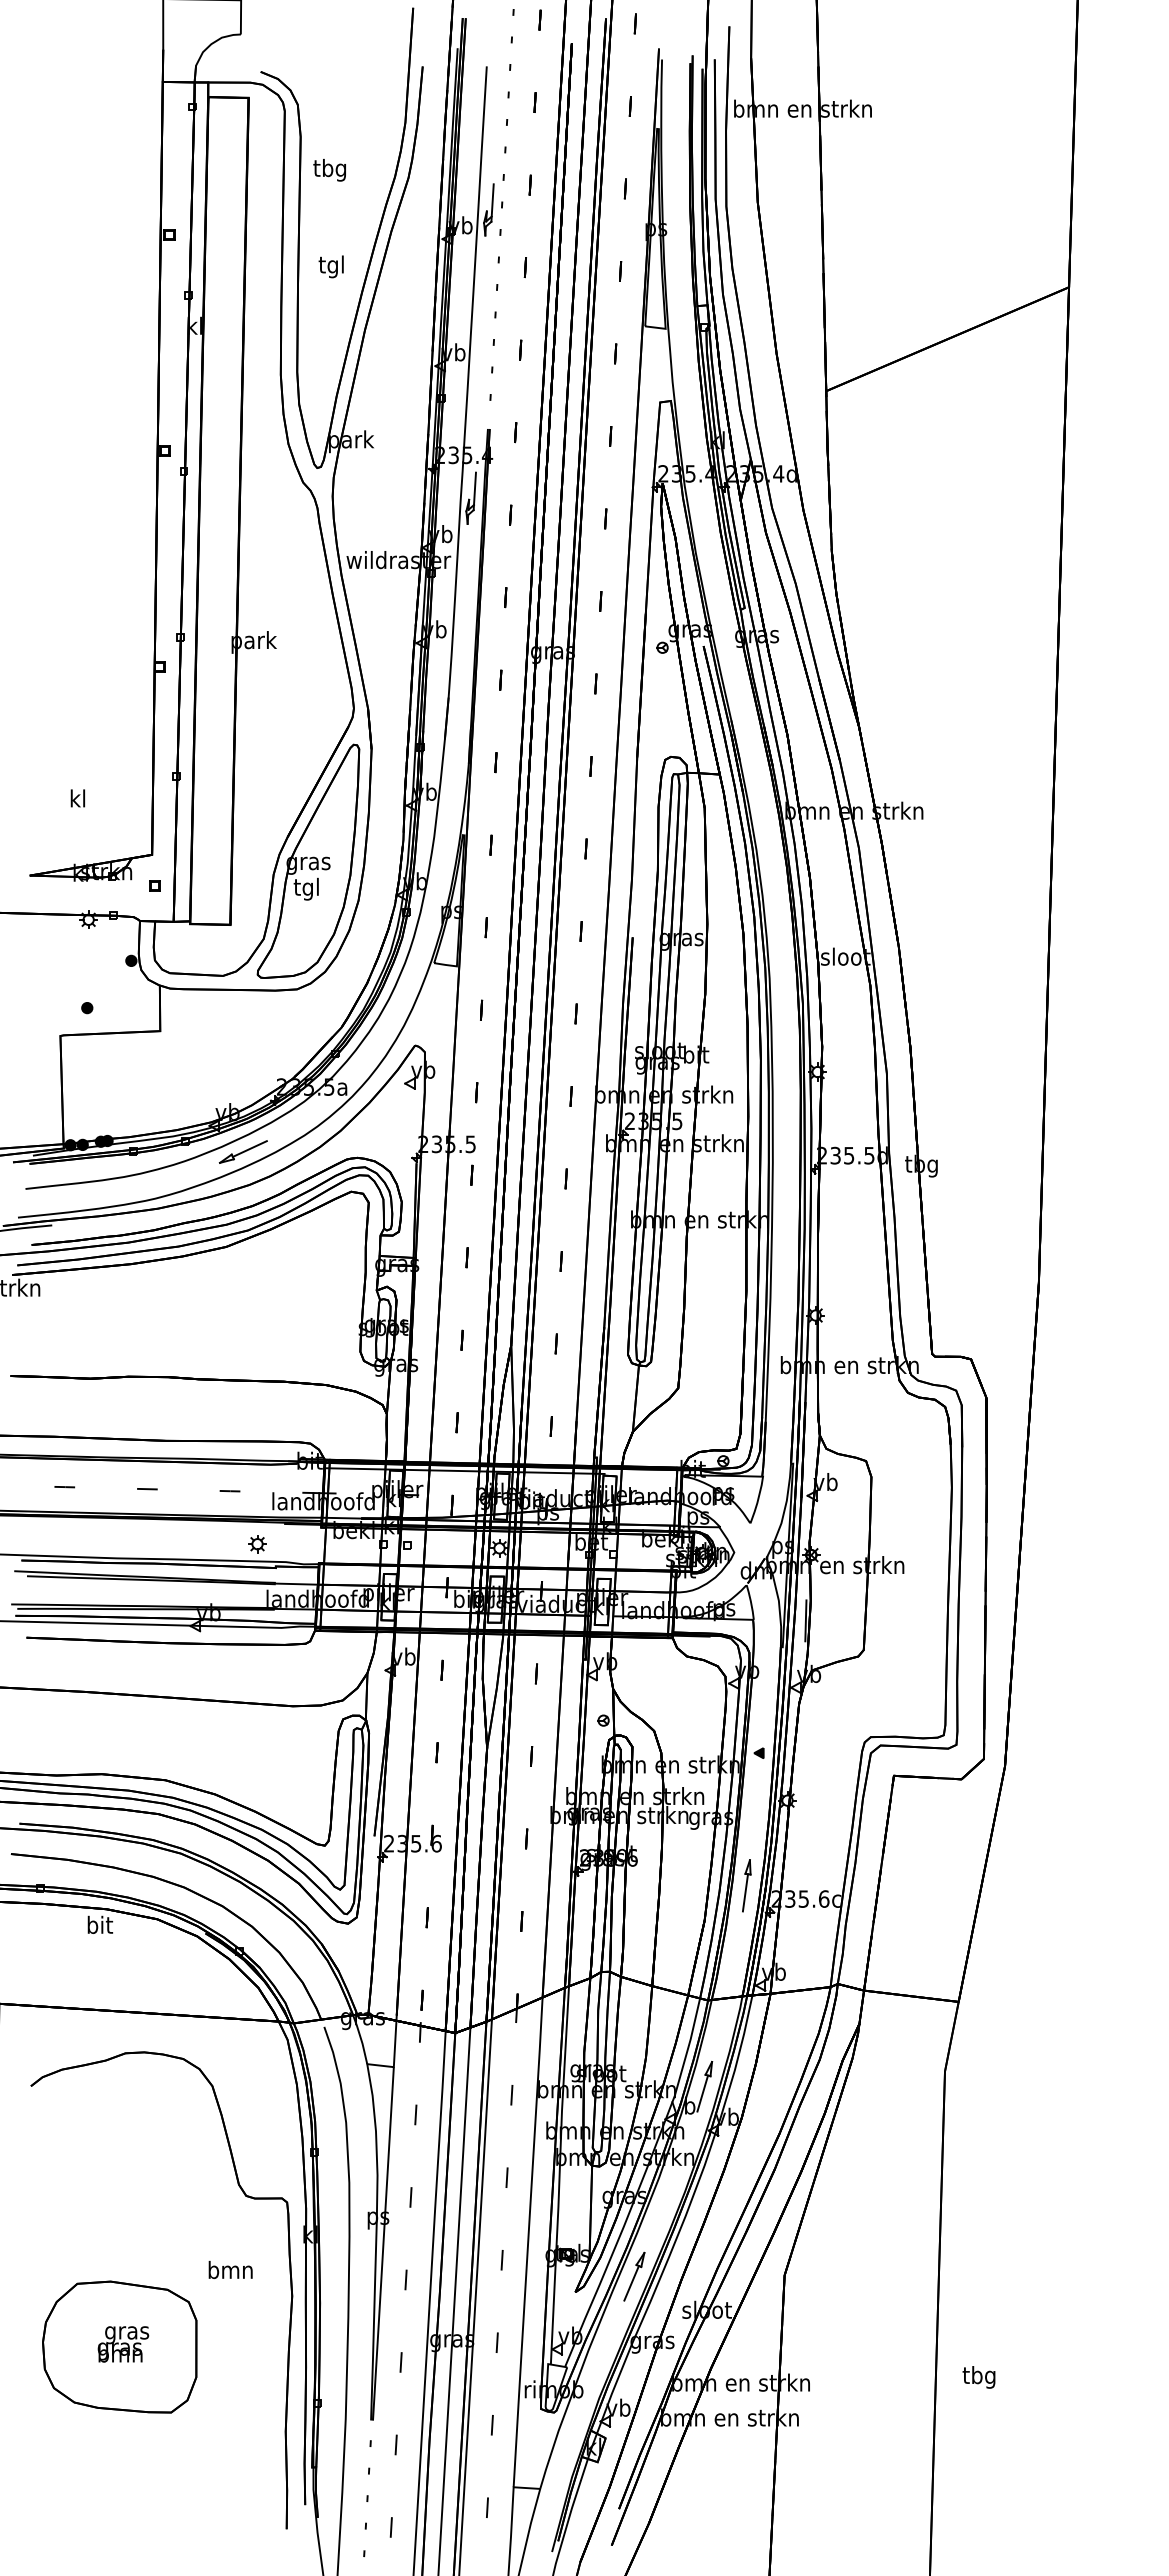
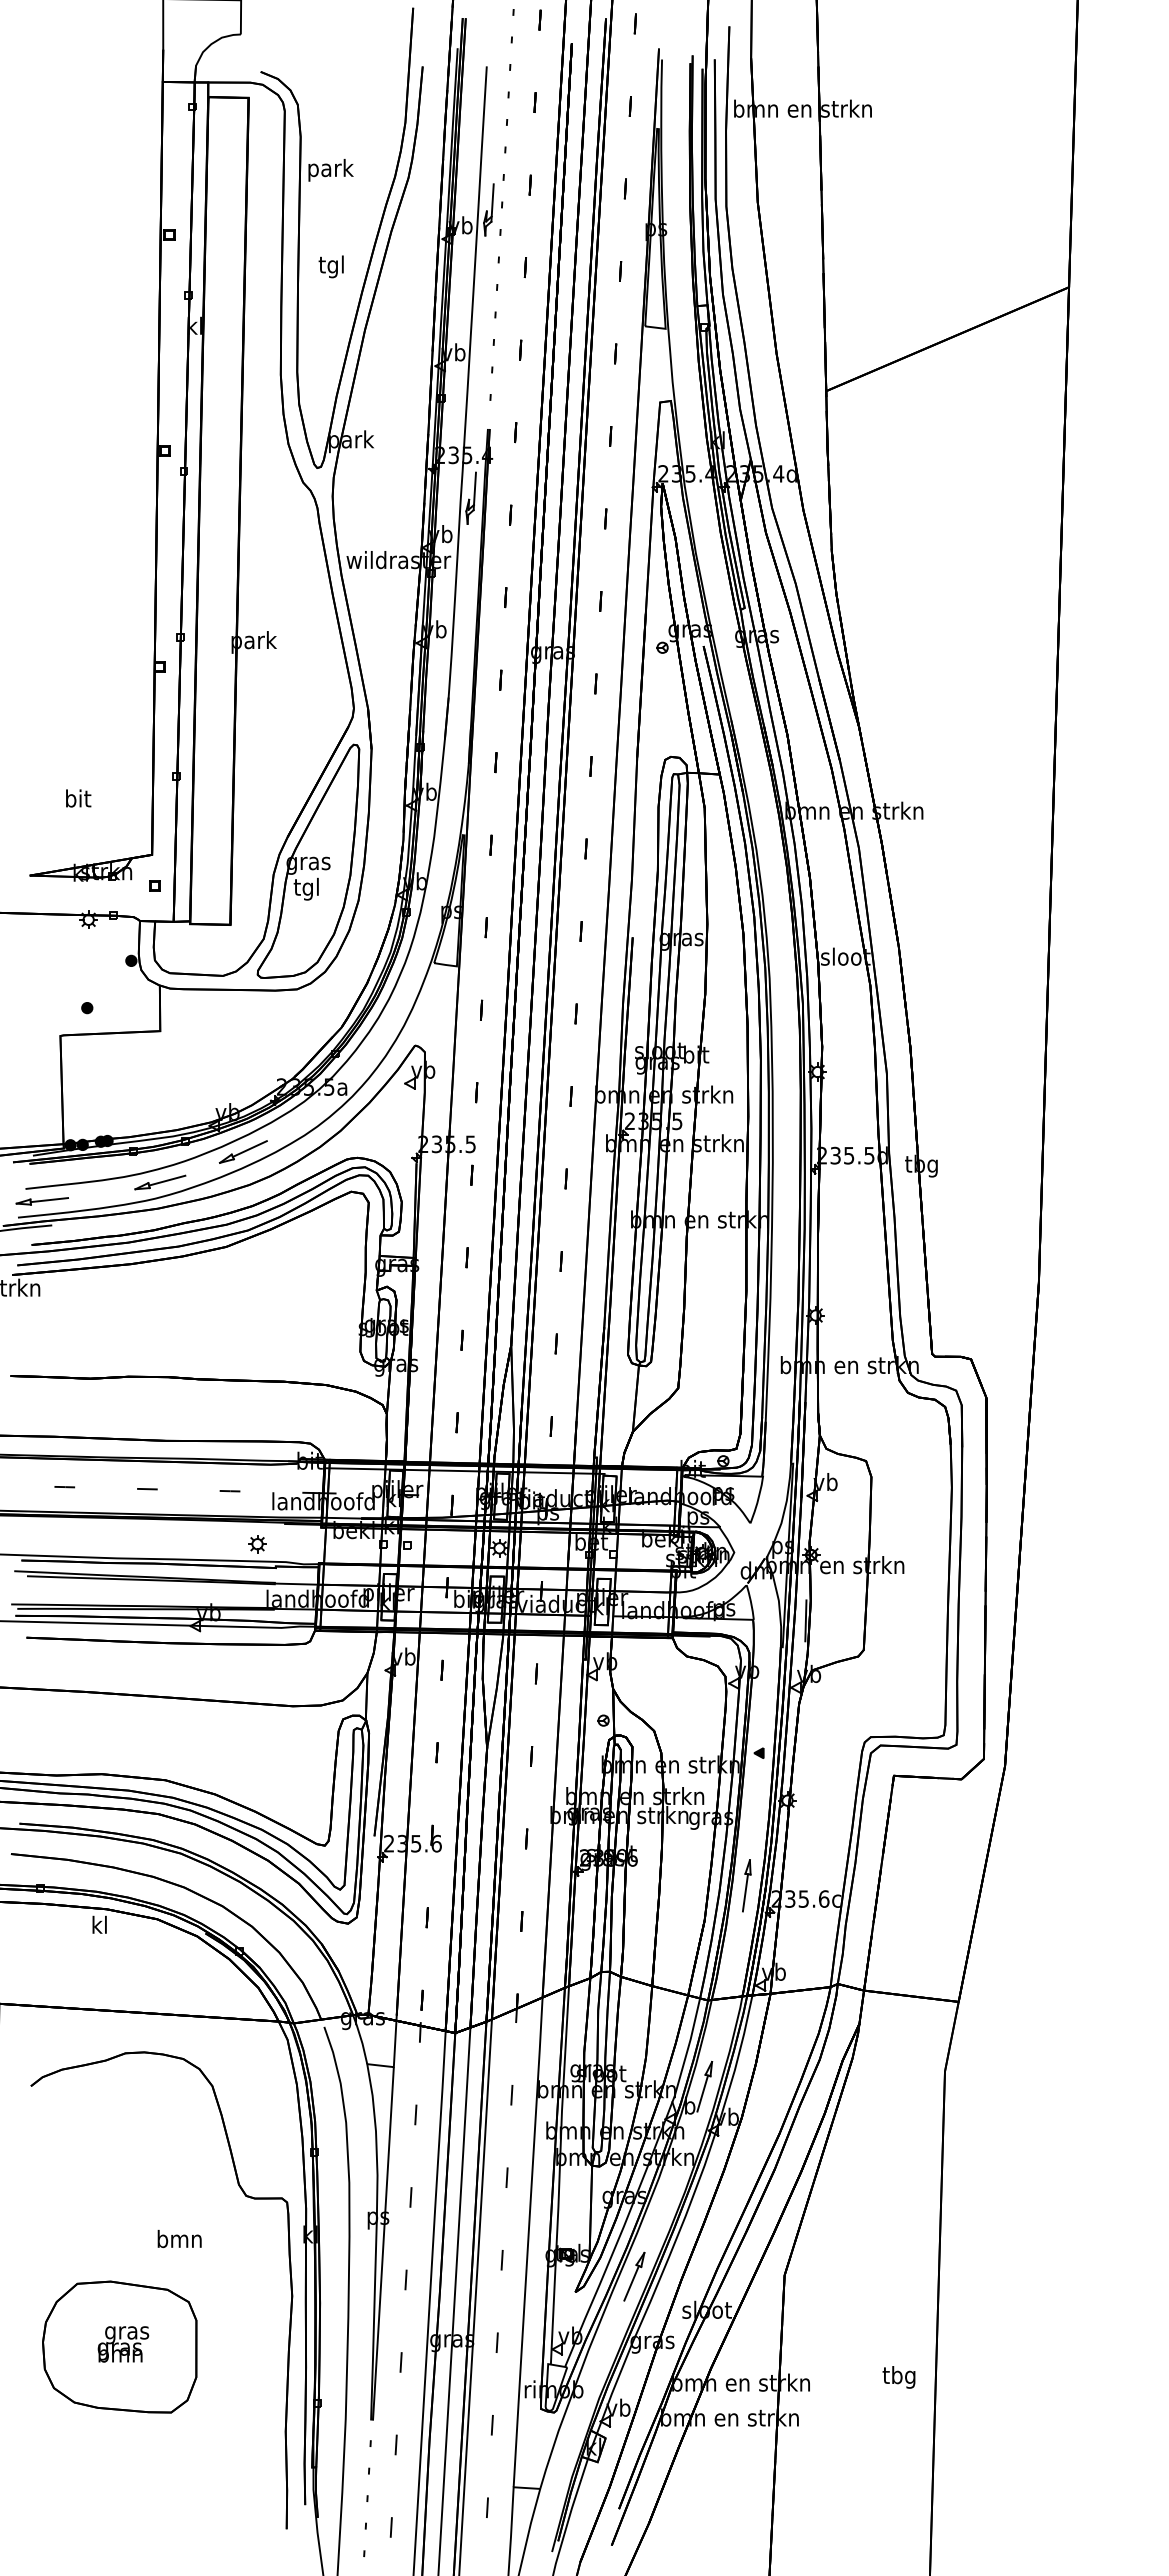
text at (330, 169): tbg -> park
text at (78, 798): kl -> bit
part at (160, 1182): none -> present
part at (41, 1201): none -> present
text at (100, 1924): bit -> kl
text at (230, 2269) position: (230, 2269) -> (179, 2238)
text at (978, 2377) position: (978, 2377) -> (898, 2377)
